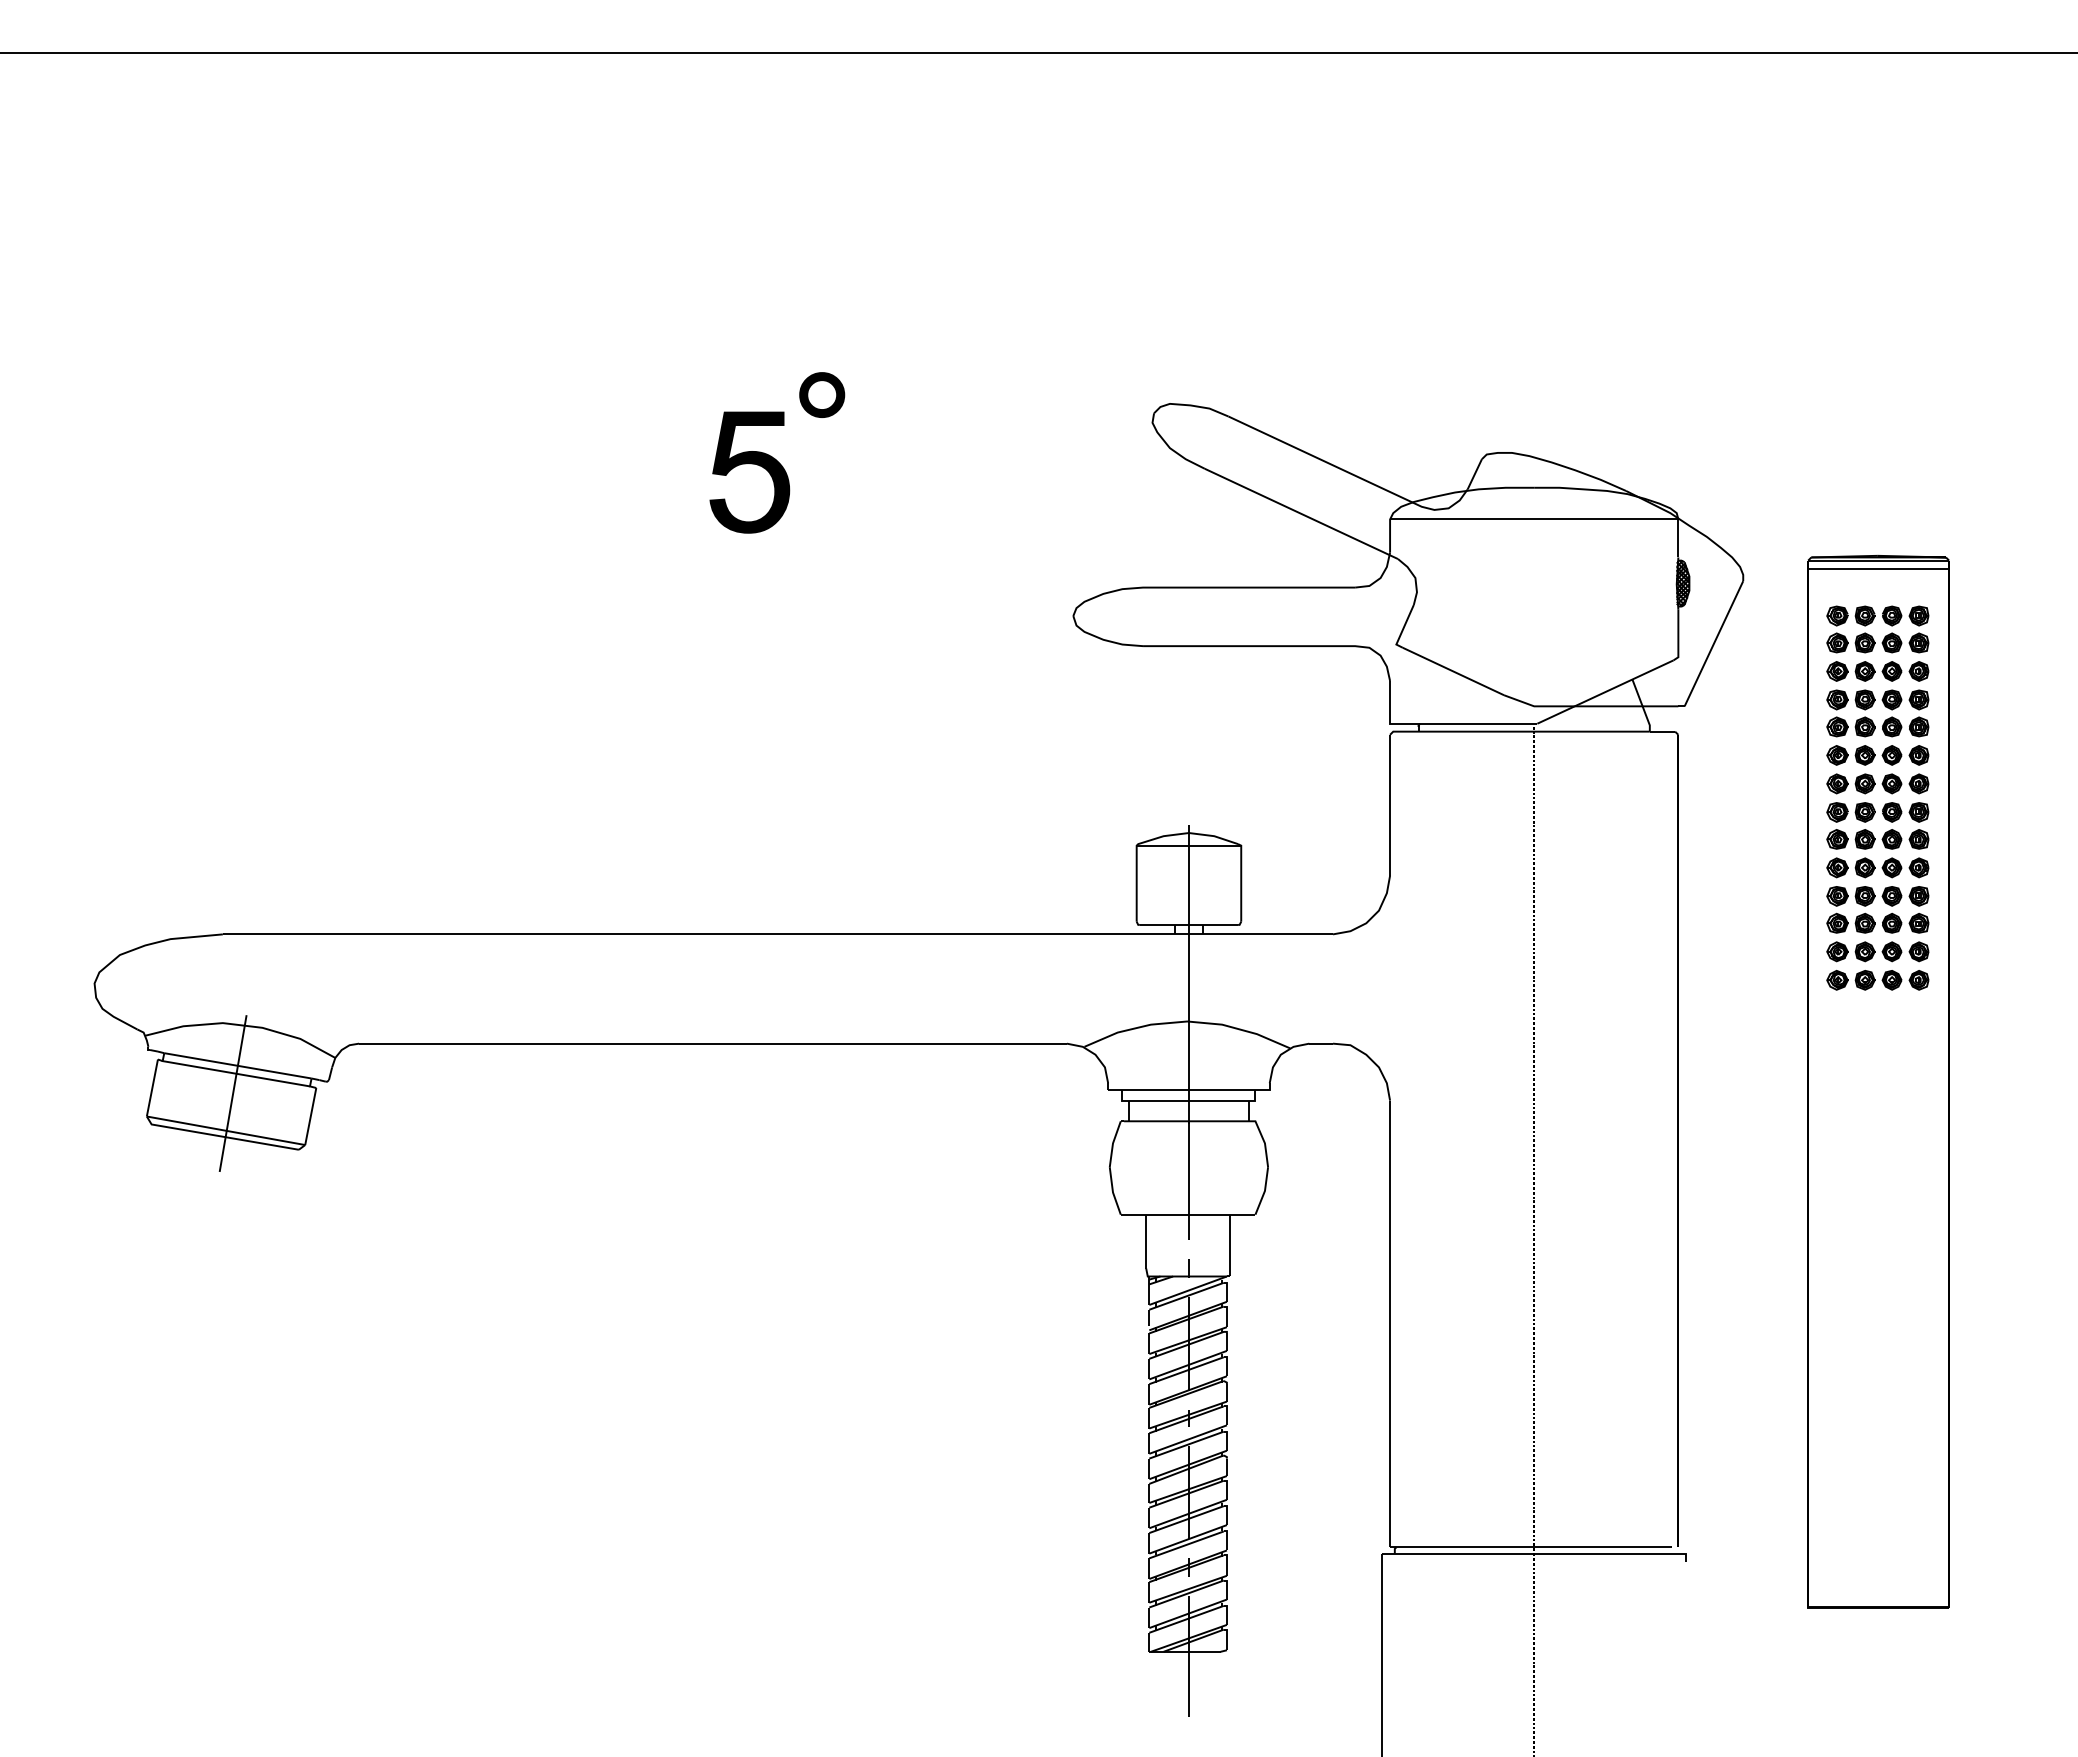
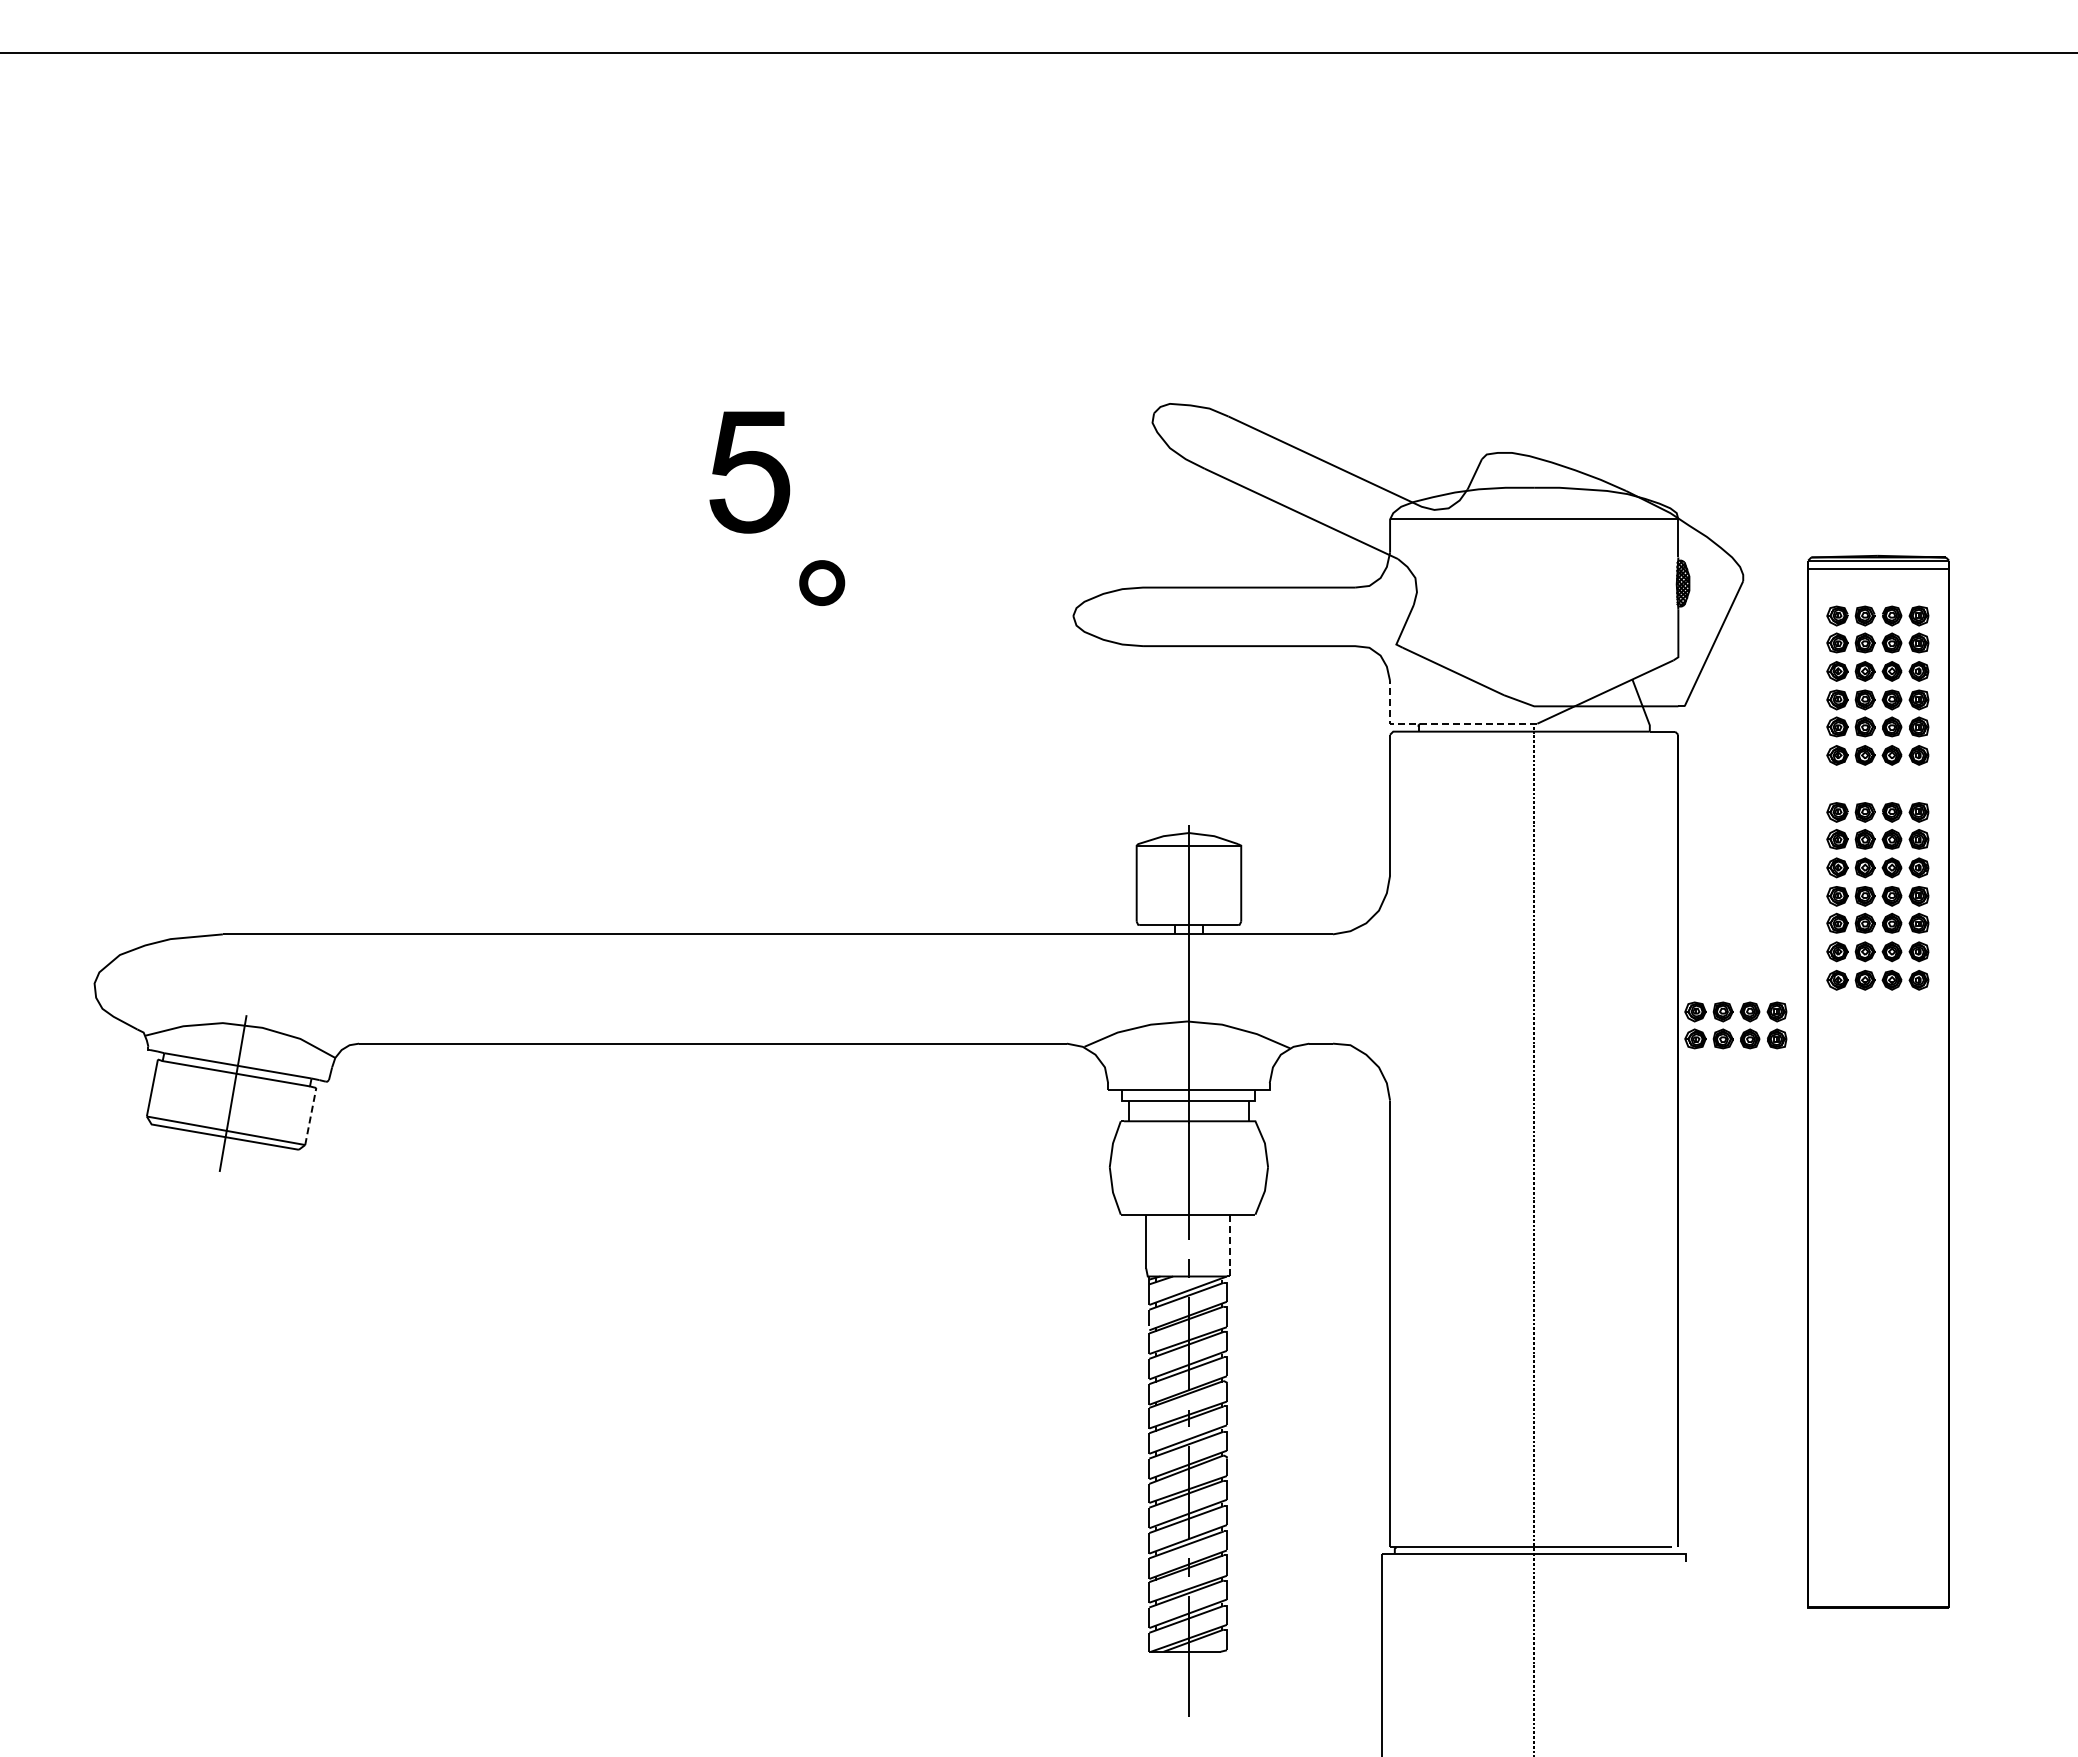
part at (822, 394) position: (822, 394) -> (822, 582)
line at (1441, 723): solid -> dashed
part at (1877, 783): present -> none
part at (1729, 1019): none -> present
line at (310, 1116): solid -> dashed
line at (1230, 1241): solid -> dashed
